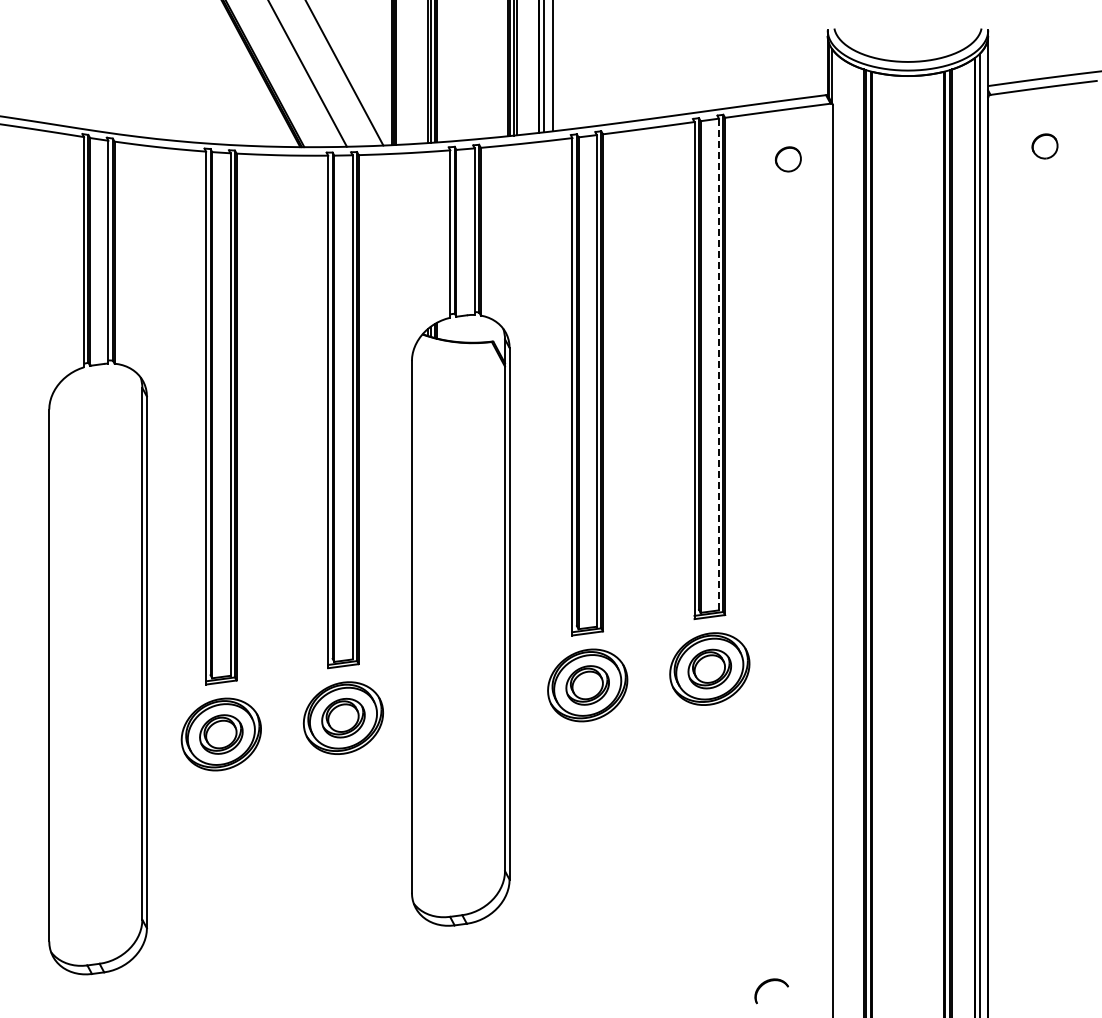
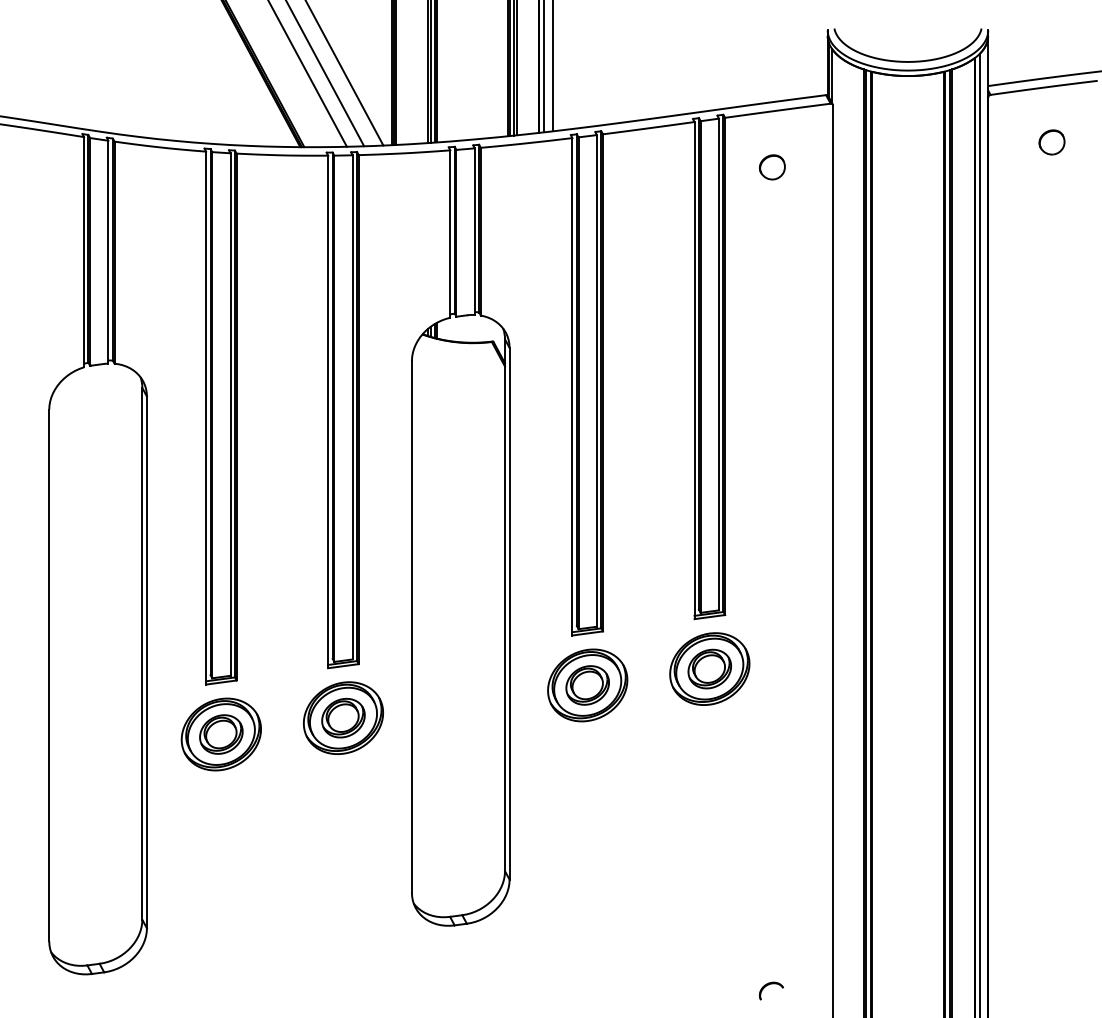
line at (325, 74): none -> present
part at (1044, 146) position: (1044, 146) -> (1051, 142)
part at (787, 159) position: (787, 159) -> (771, 167)
line at (718, 364): dashed -> solid
part at (771, 991) size: 35x27 px -> 26x20 px
